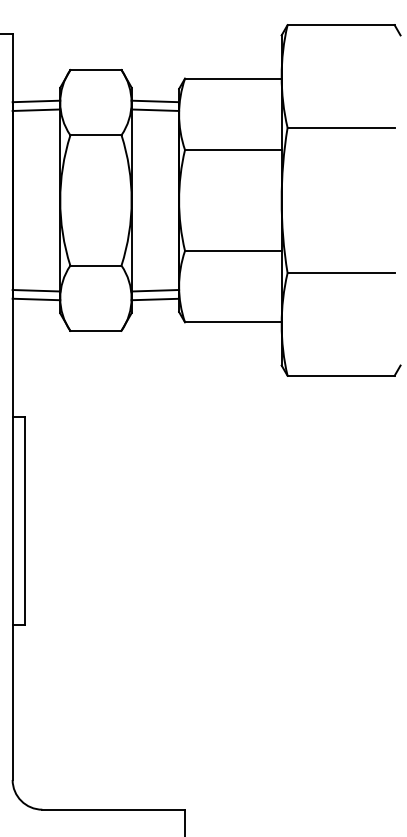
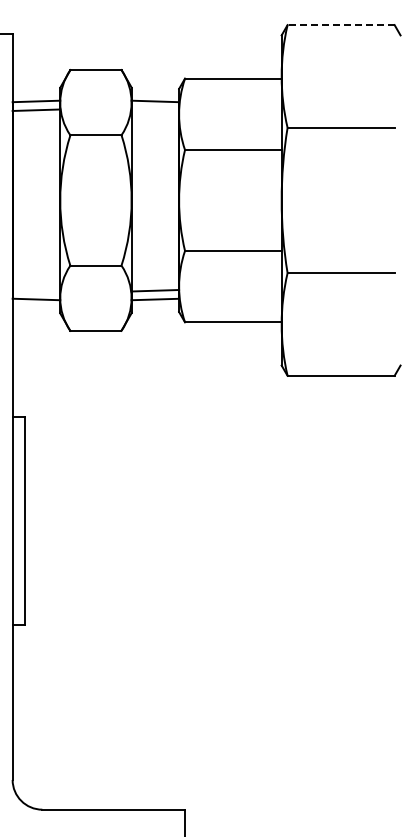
line at (341, 25): solid -> dashed
line at (155, 109): present -> none
line at (36, 290): present -> none
